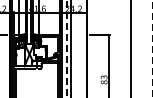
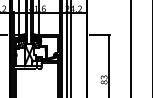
line at (66, 48): dashed -> solid
line at (152, 49): dashed -> solid
